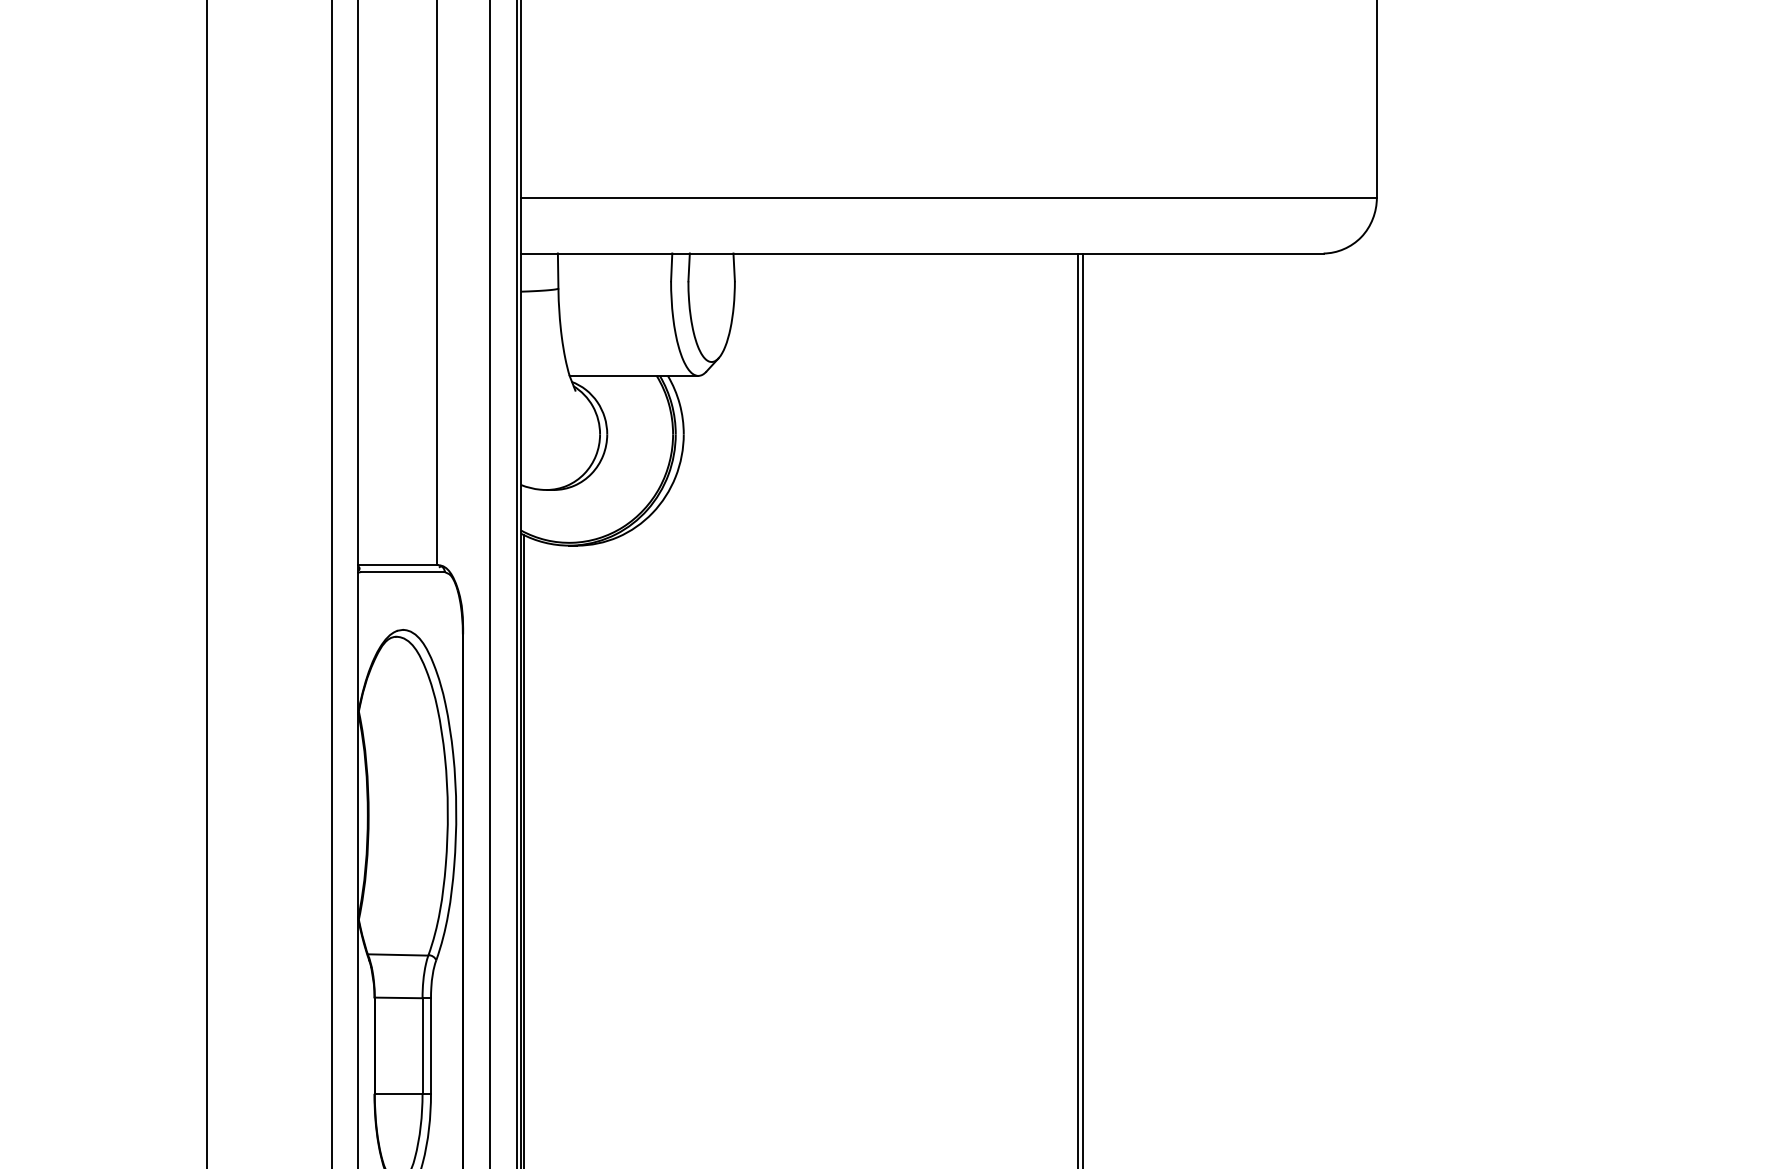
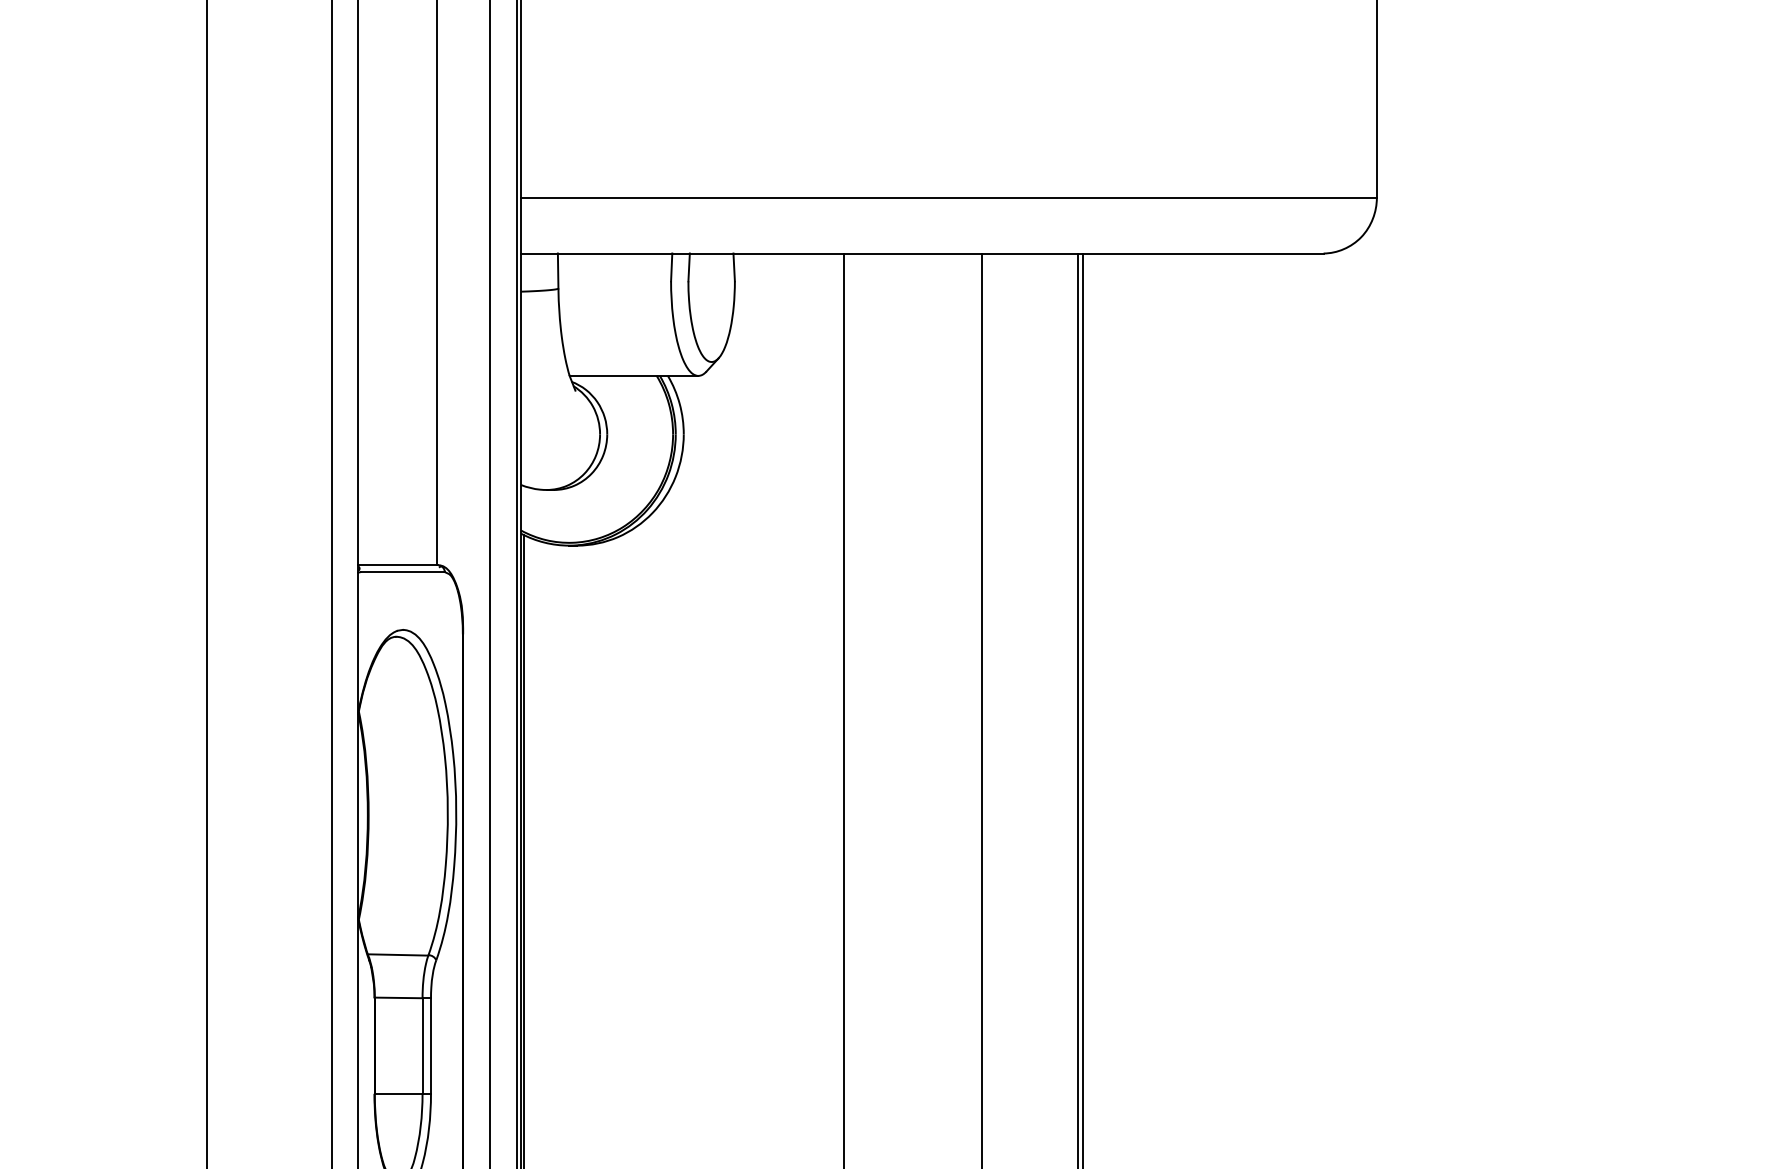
line at (843, 709): none -> present
line at (982, 709): none -> present
